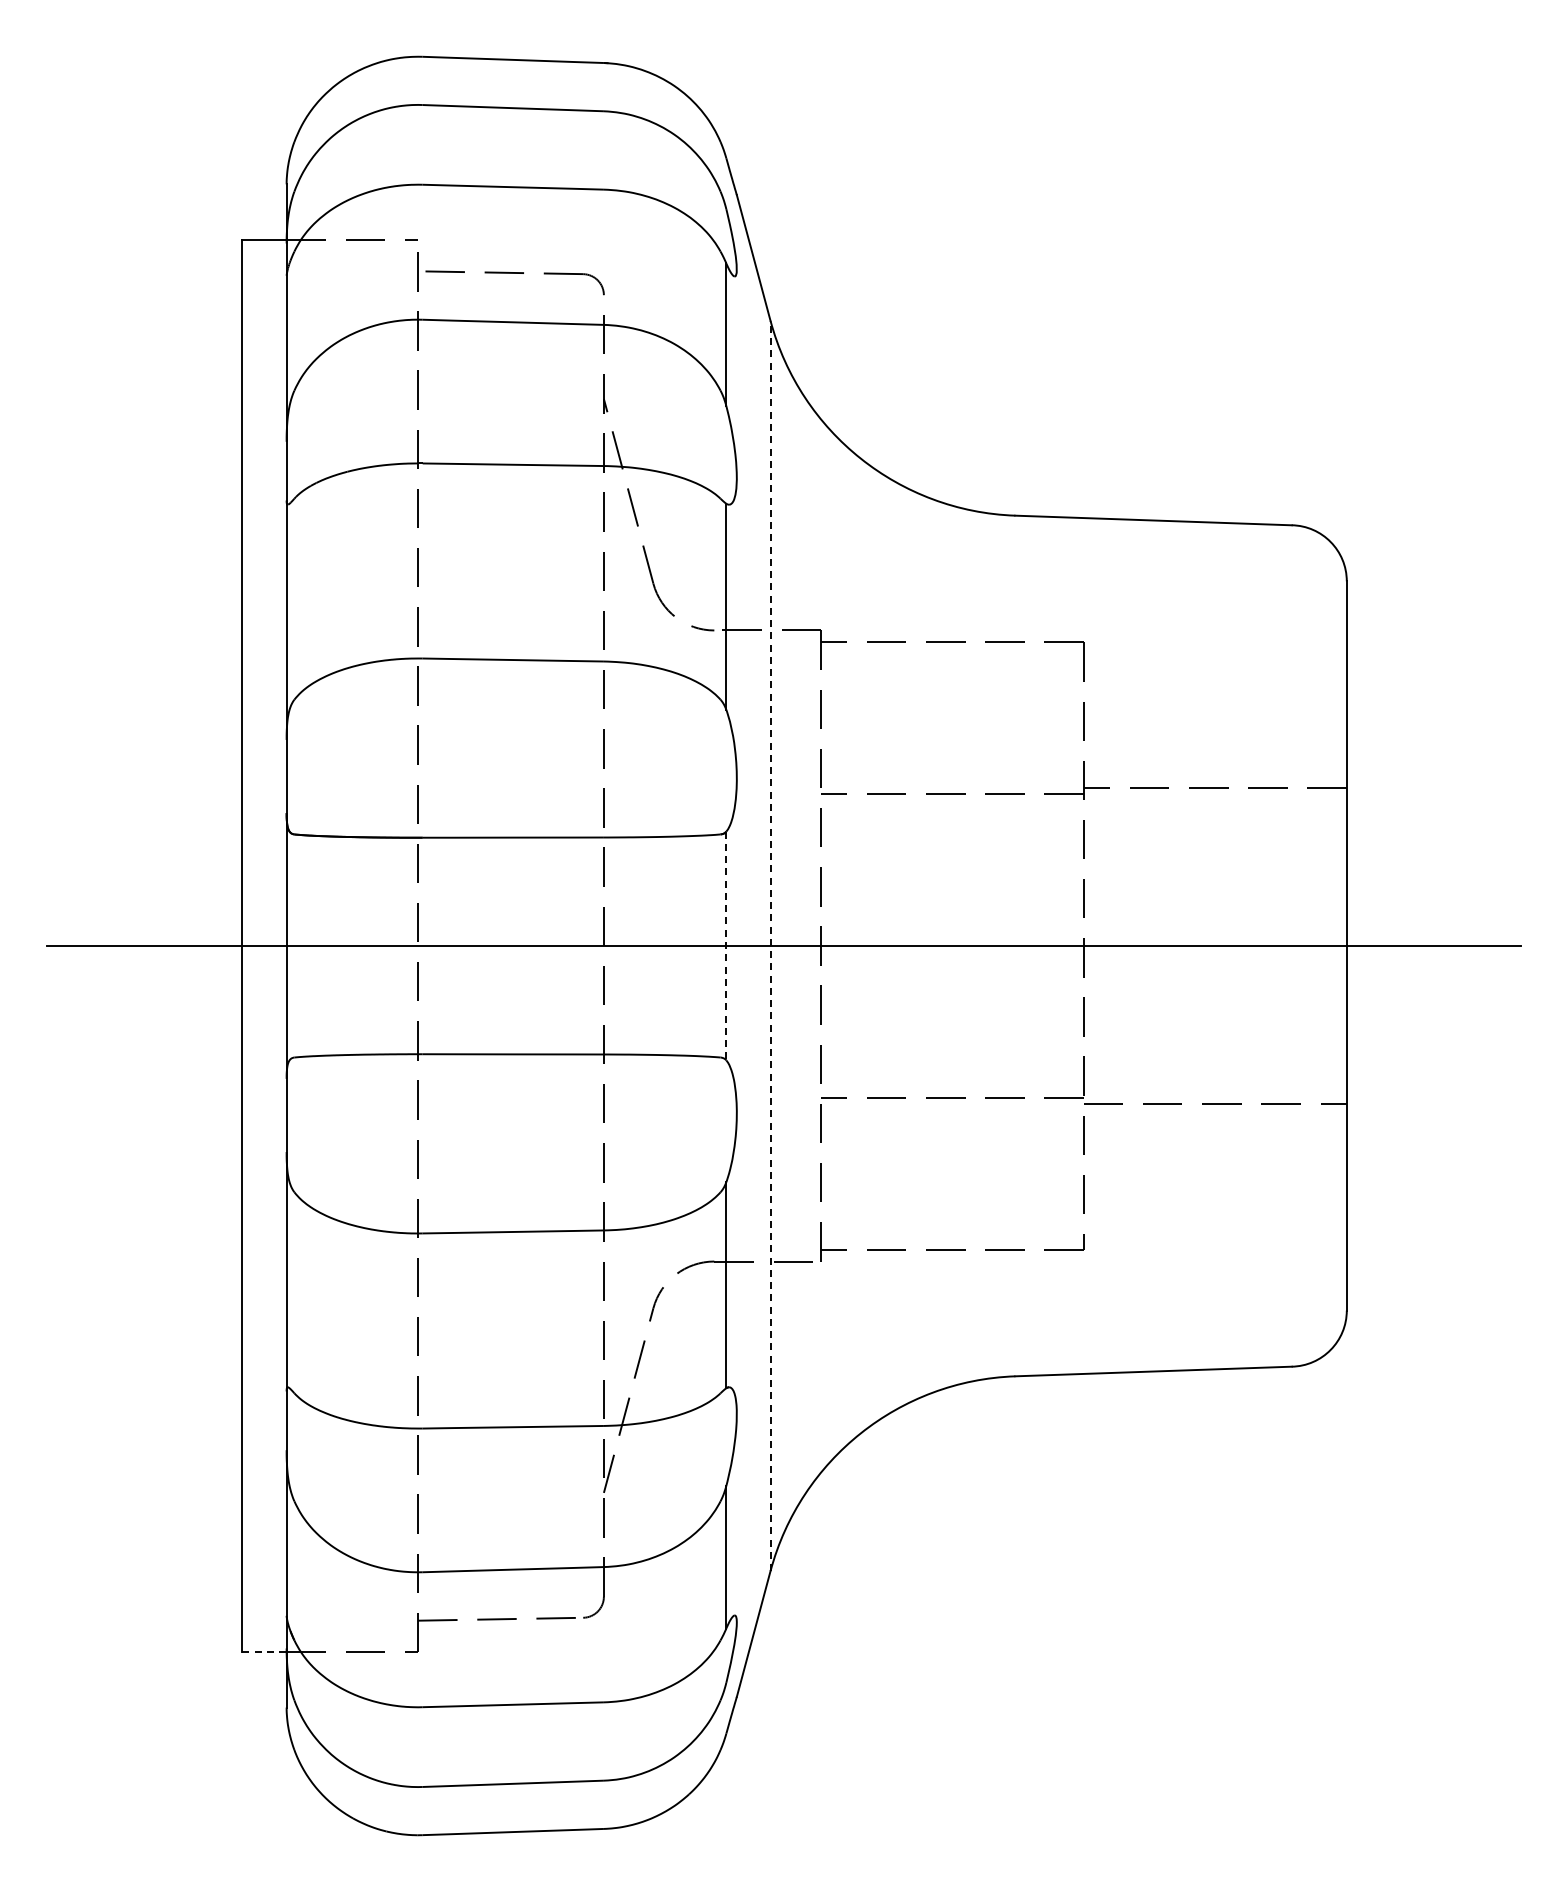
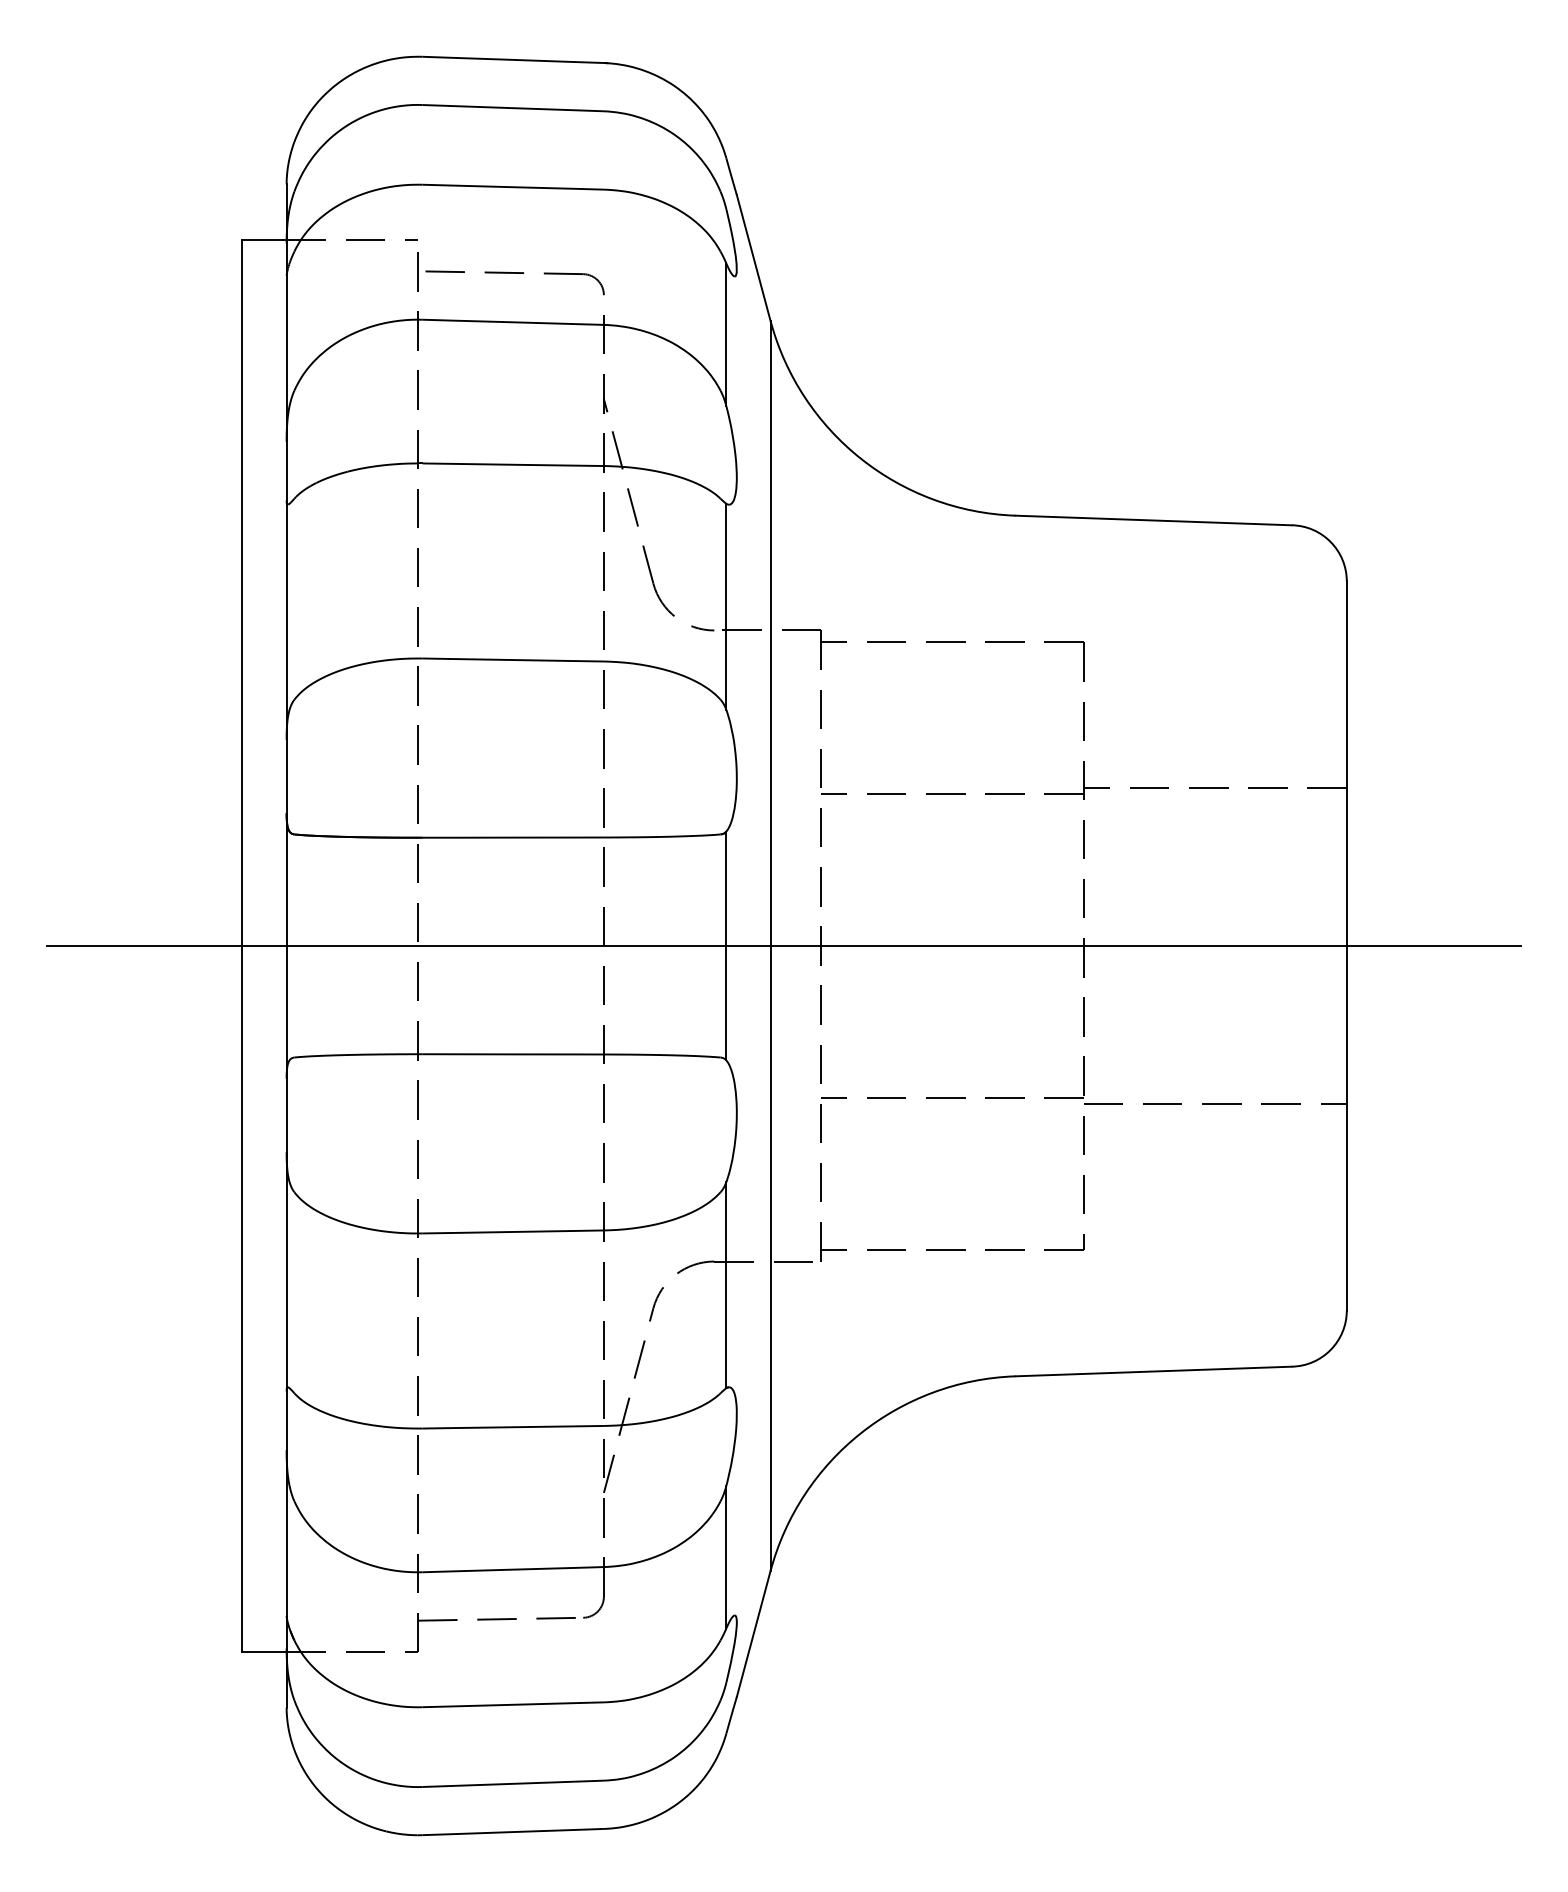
line at (770, 945): dashed -> solid
line at (726, 946): dashed -> solid
line at (265, 1652): dashed -> solid
